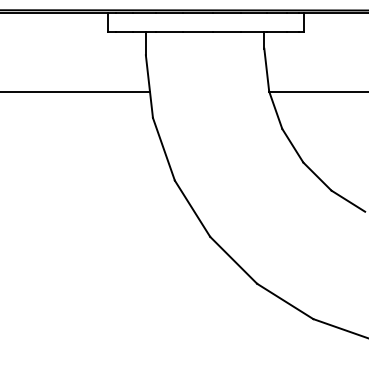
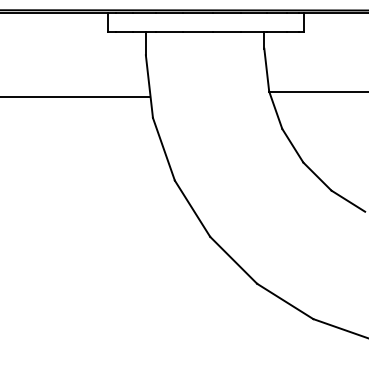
line at (76, 91) position: (76, 91) -> (76, 96)
